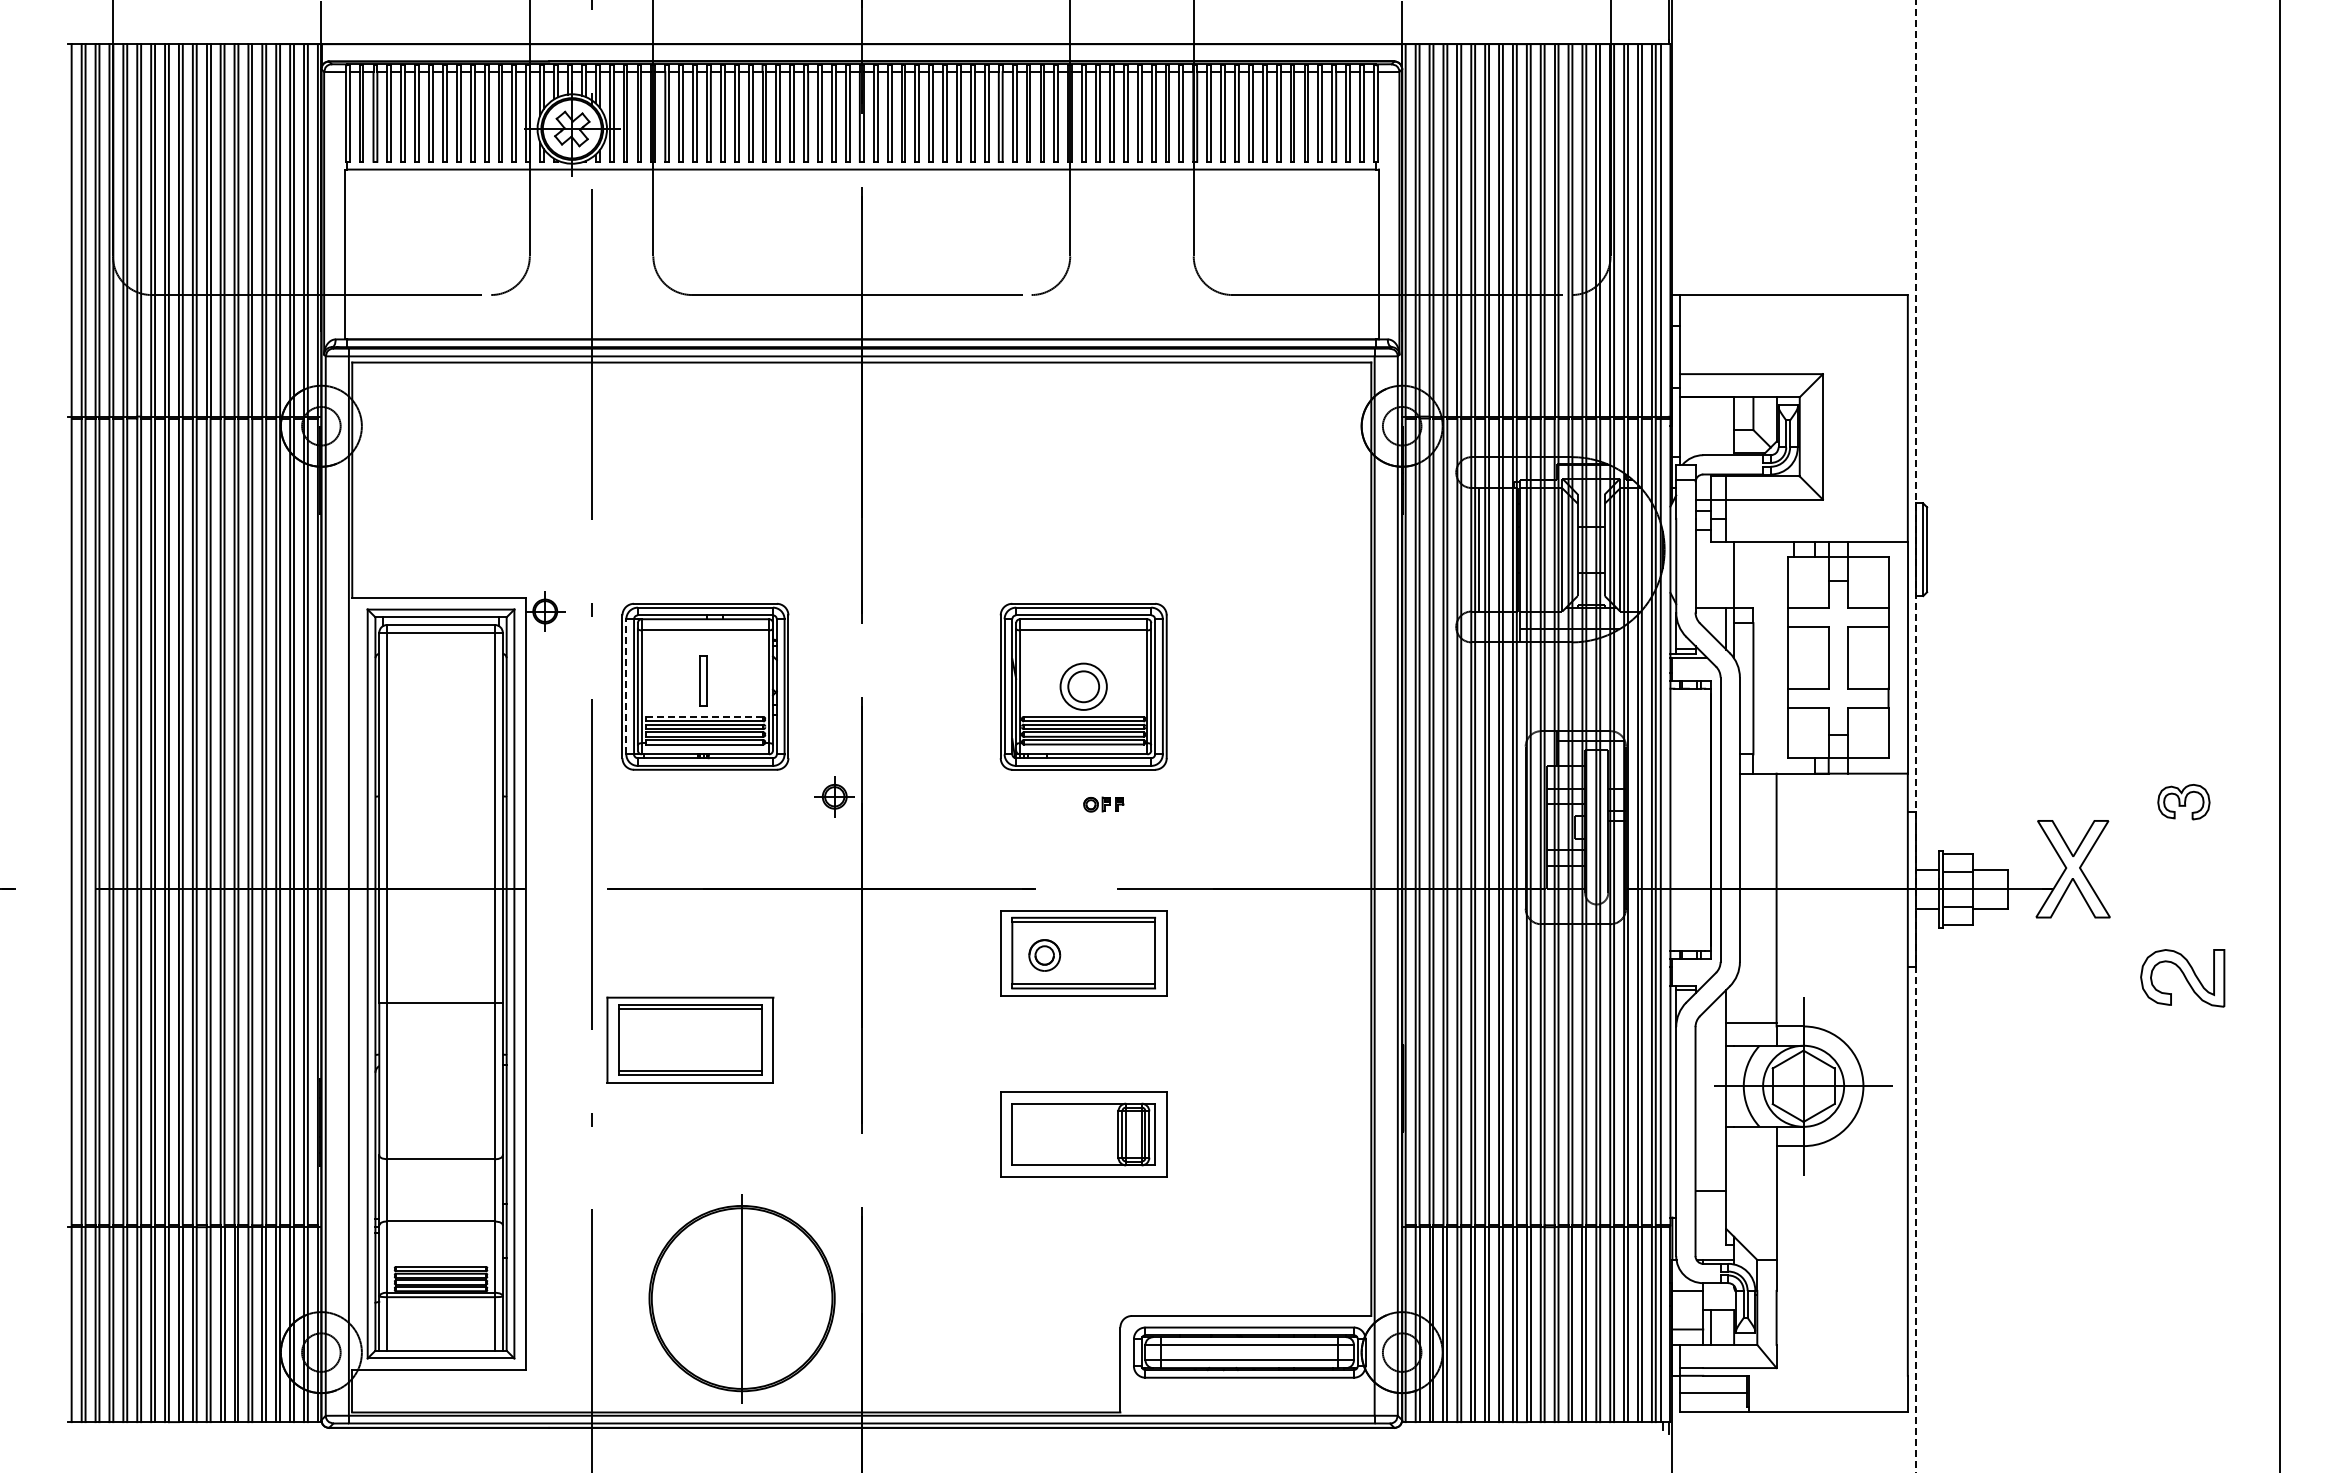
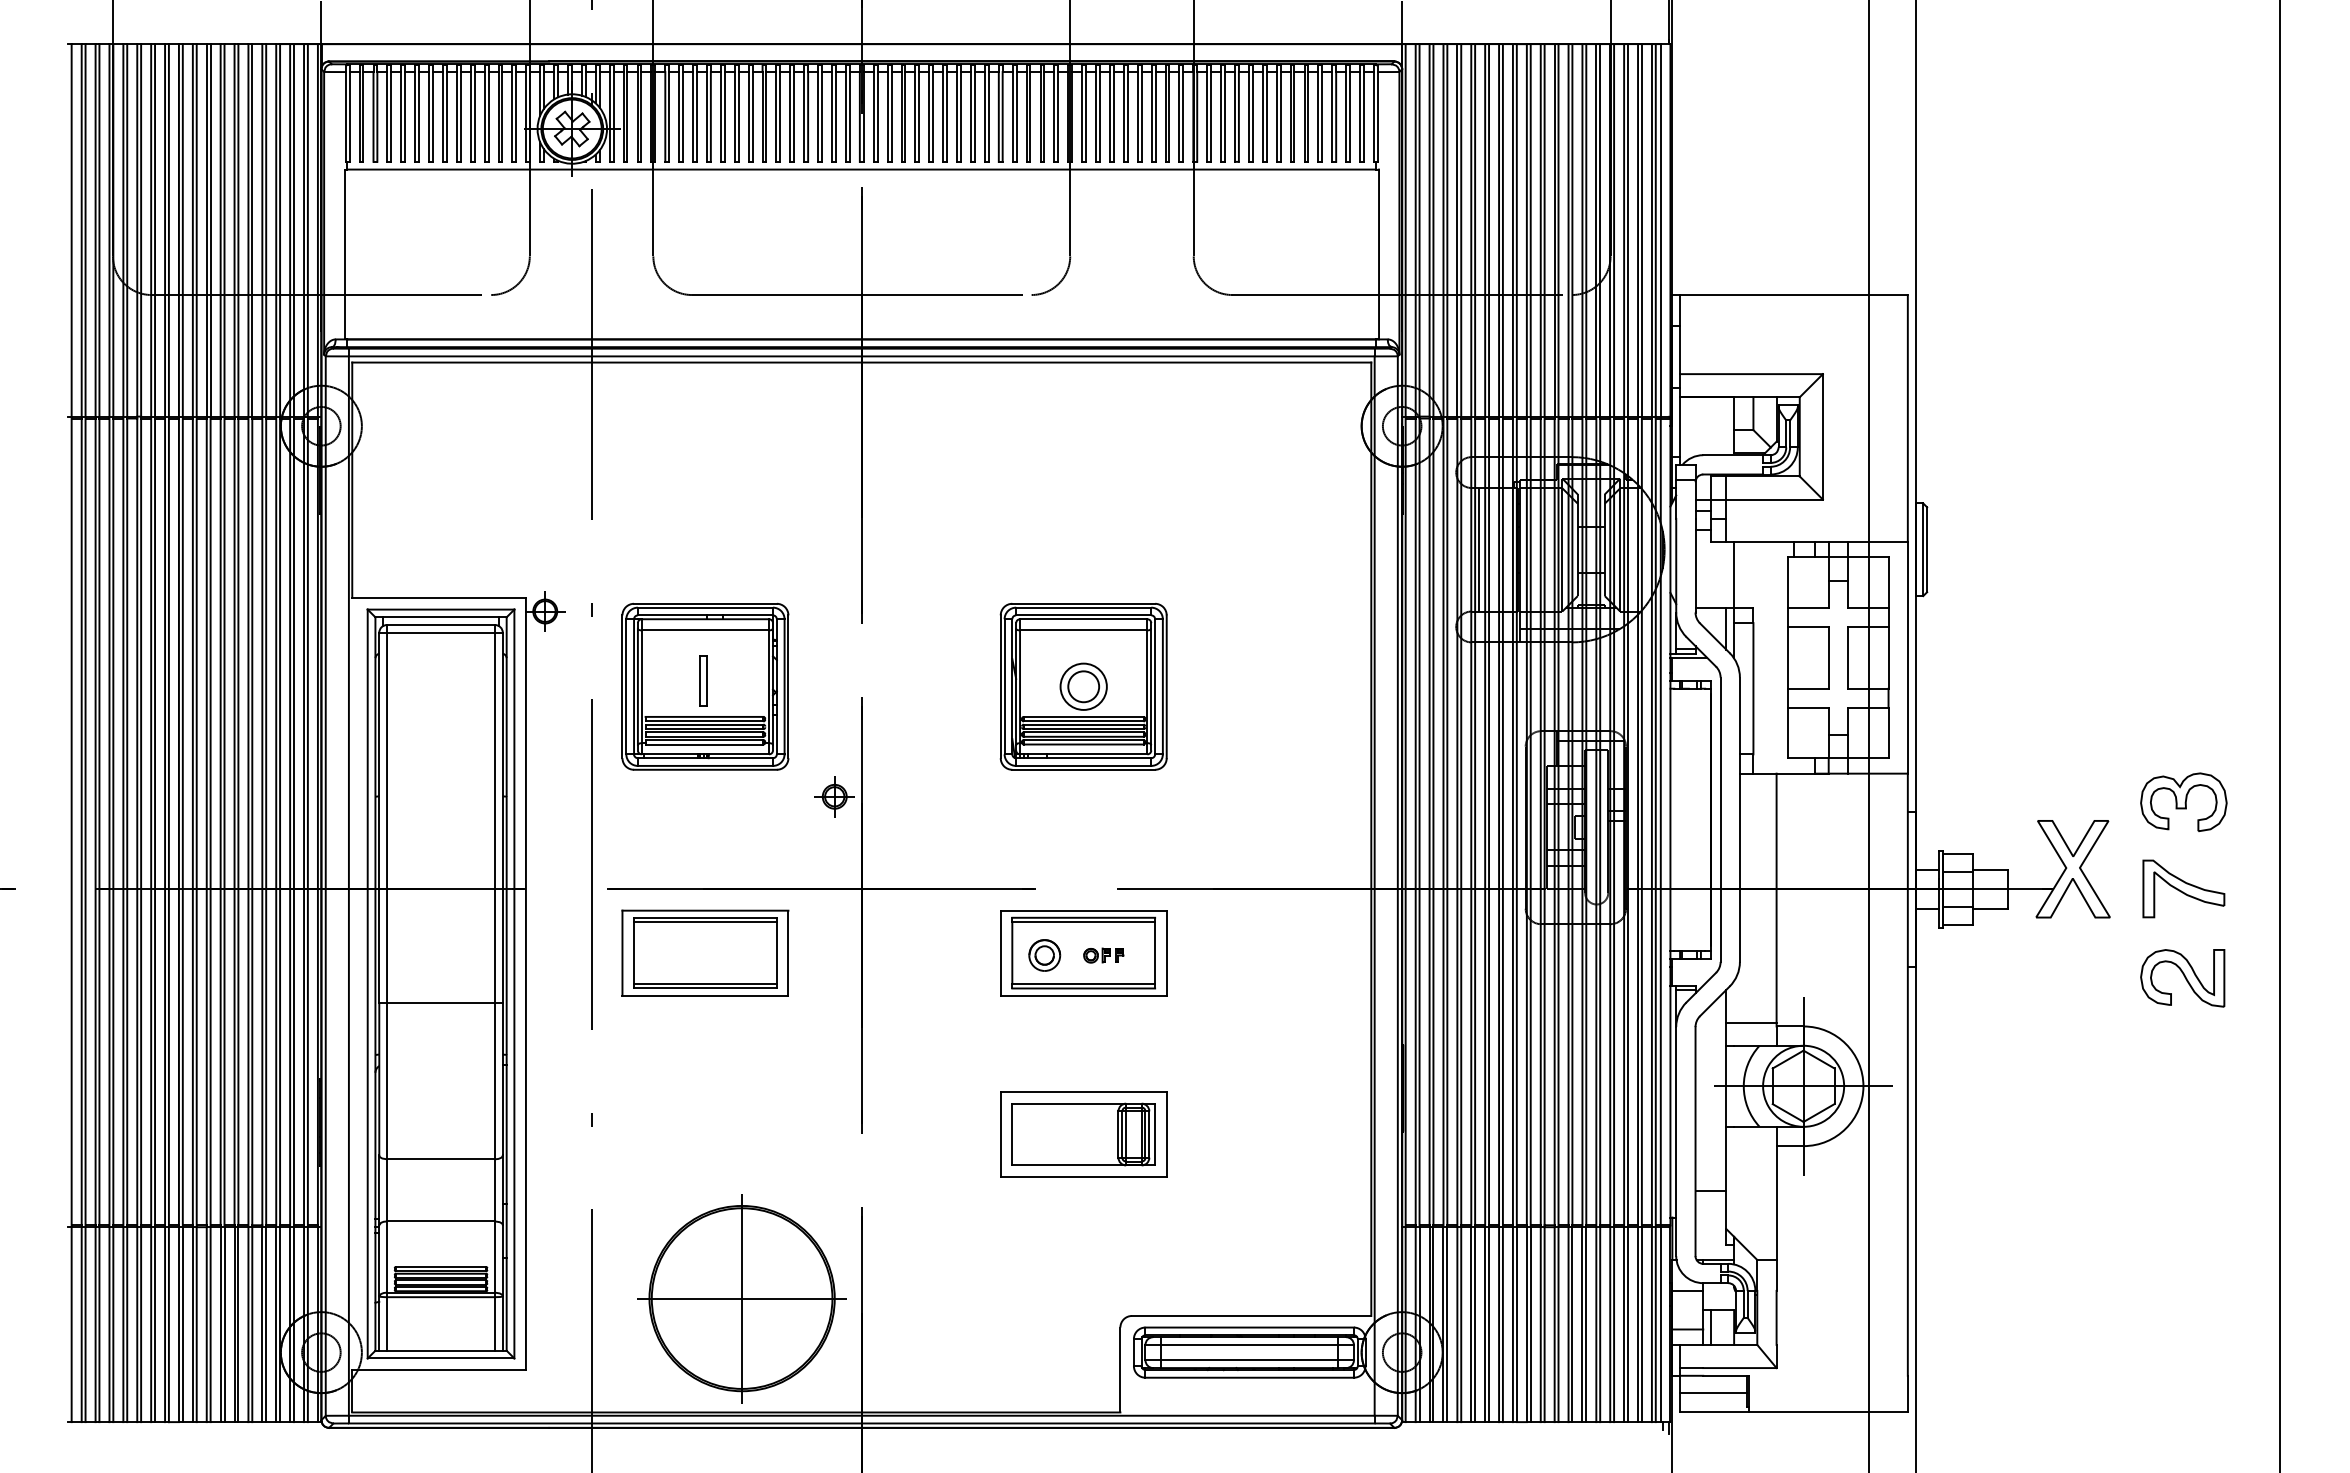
line at (626, 686): dashed -> solid
line at (704, 716): dashed -> solid
line at (1869, 735): none -> present
line at (1915, 736): dashed -> solid
part at (2183, 802) size: 54x37 px -> 88x60 px
part at (1103, 804) position: (1103, 804) -> (1103, 955)
part at (2183, 888): none -> present
part at (690, 1039) position: (690, 1039) -> (705, 952)
line at (742, 1298): none -> present
